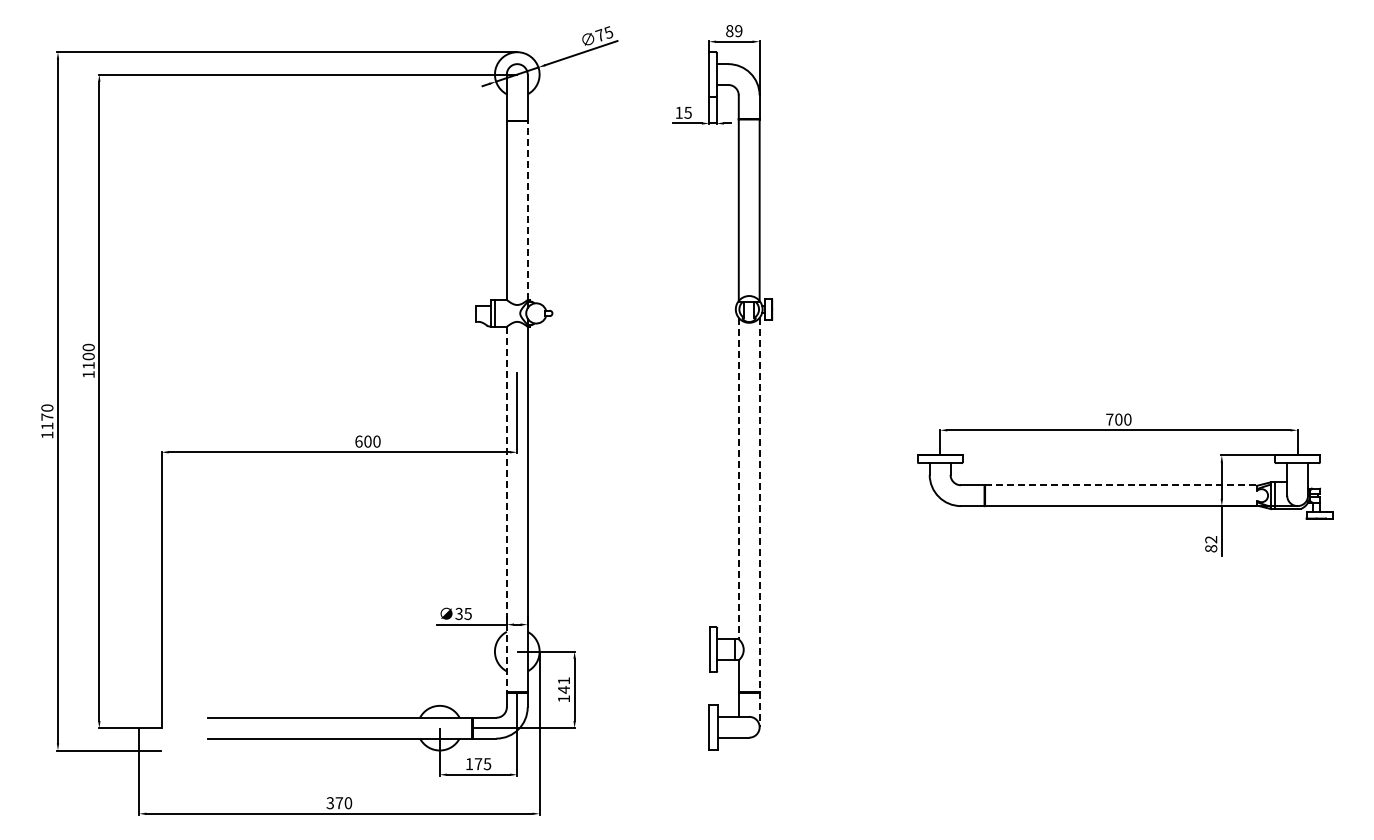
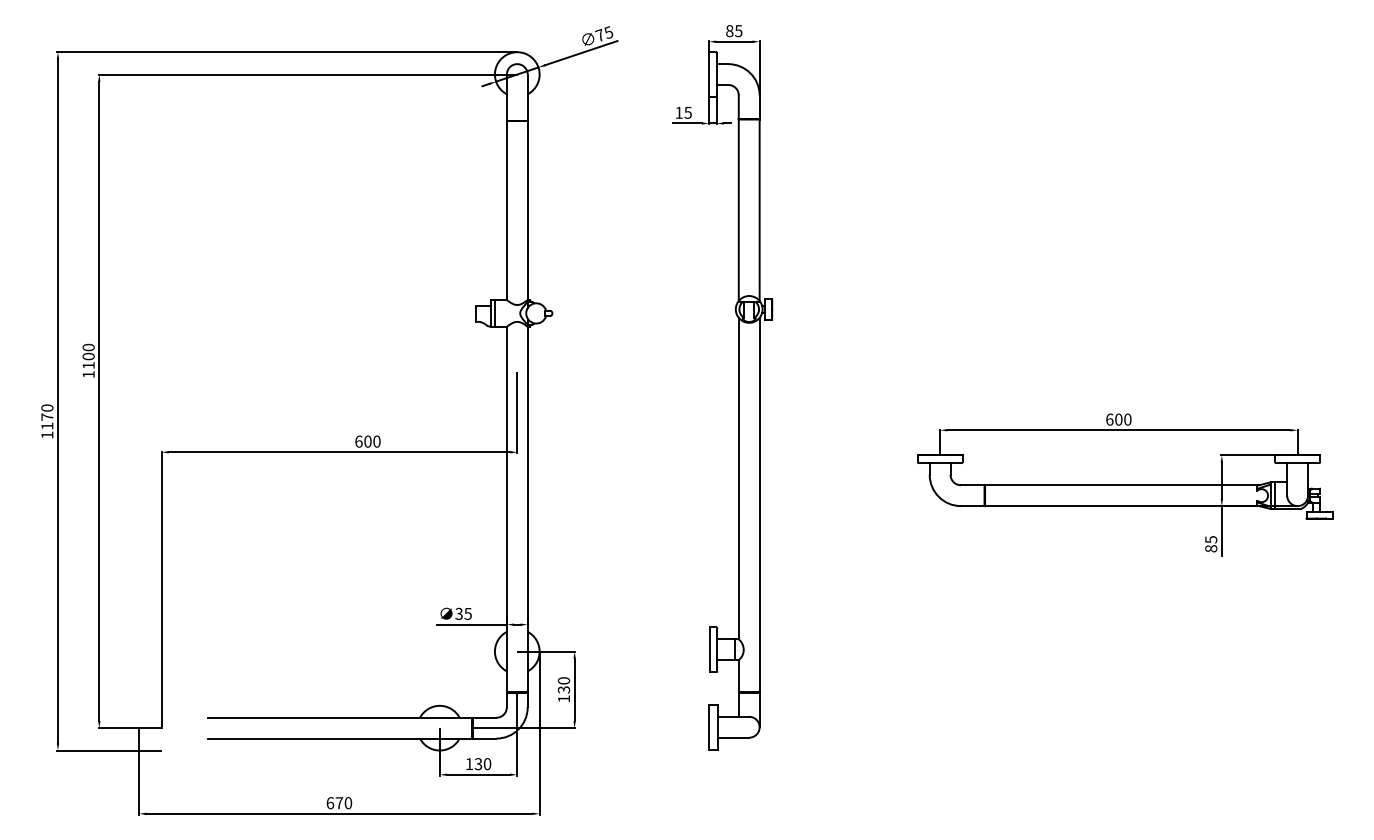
text at (738, 31): 89 -> 85
line at (527, 210): dashed -> solid
text at (1109, 419): 700 -> 600
line at (738, 478): dashed -> solid
line at (1122, 485): dashed -> solid
line at (506, 509): dashed -> solid
line at (759, 522): dashed -> solid
text at (1211, 539): 82 -> 85
text at (563, 685): 141 -> 130
text at (482, 764): 175 -> 130
text at (330, 803): 370 -> 670
